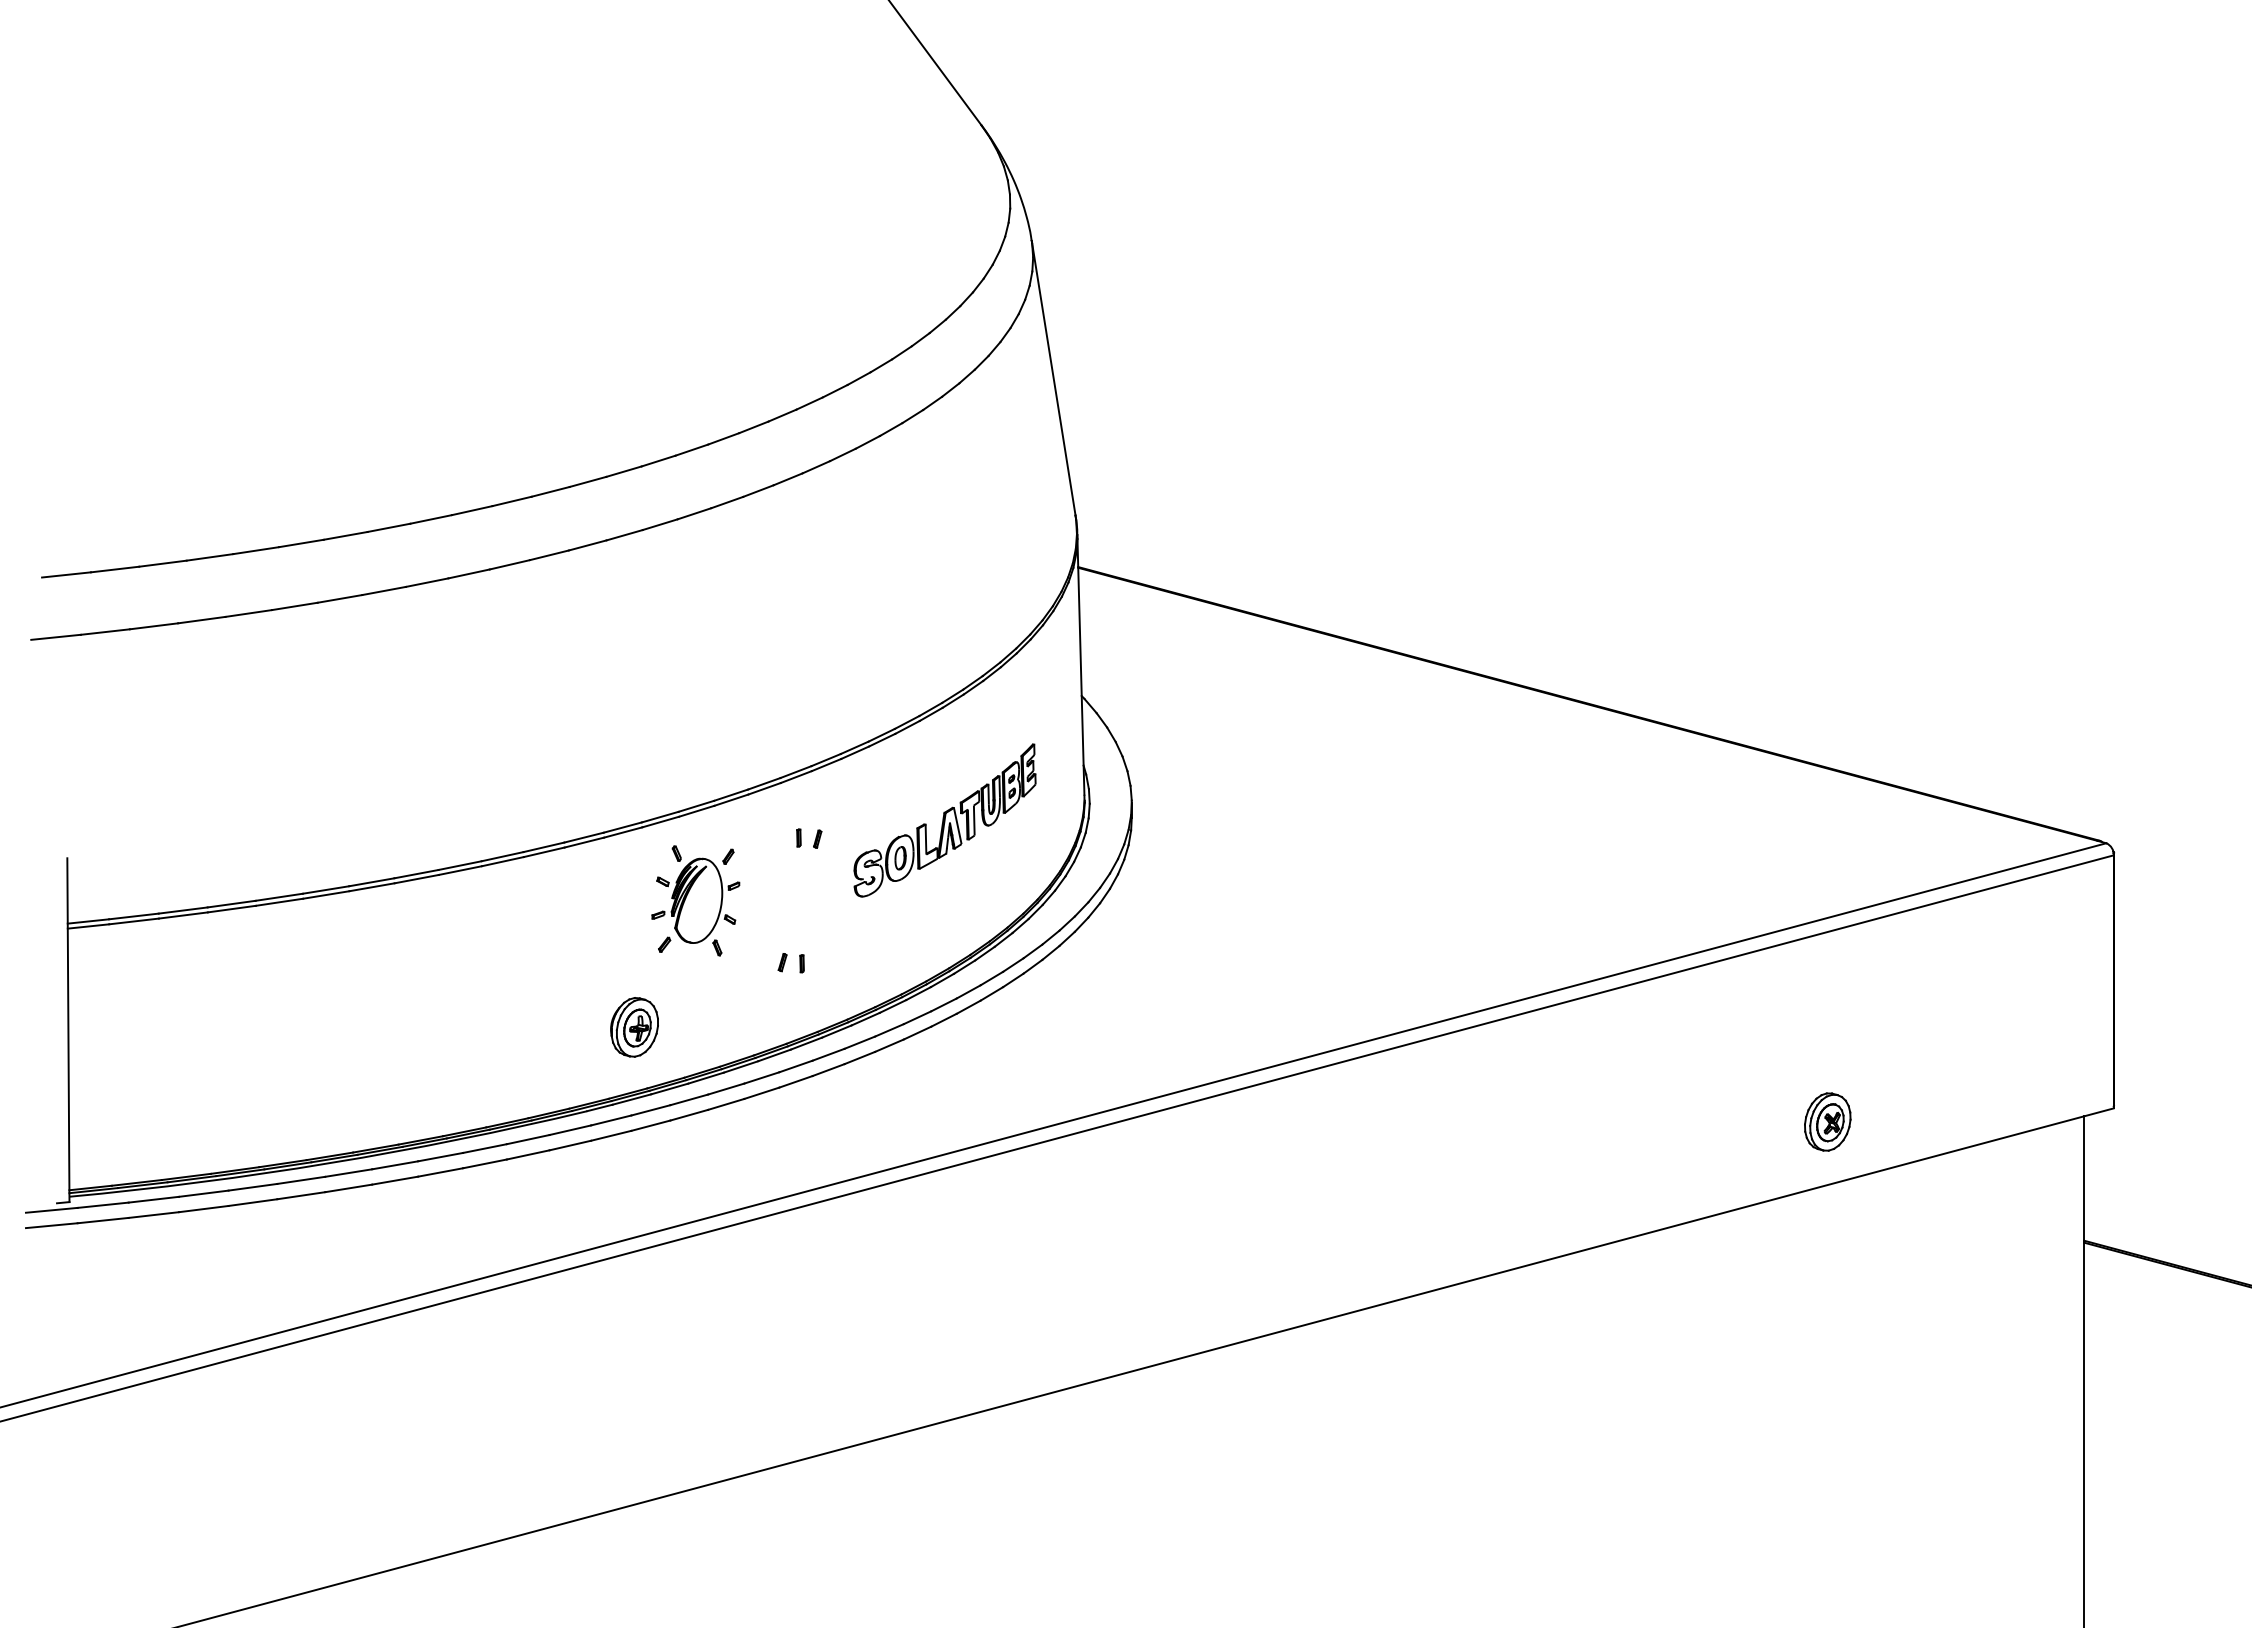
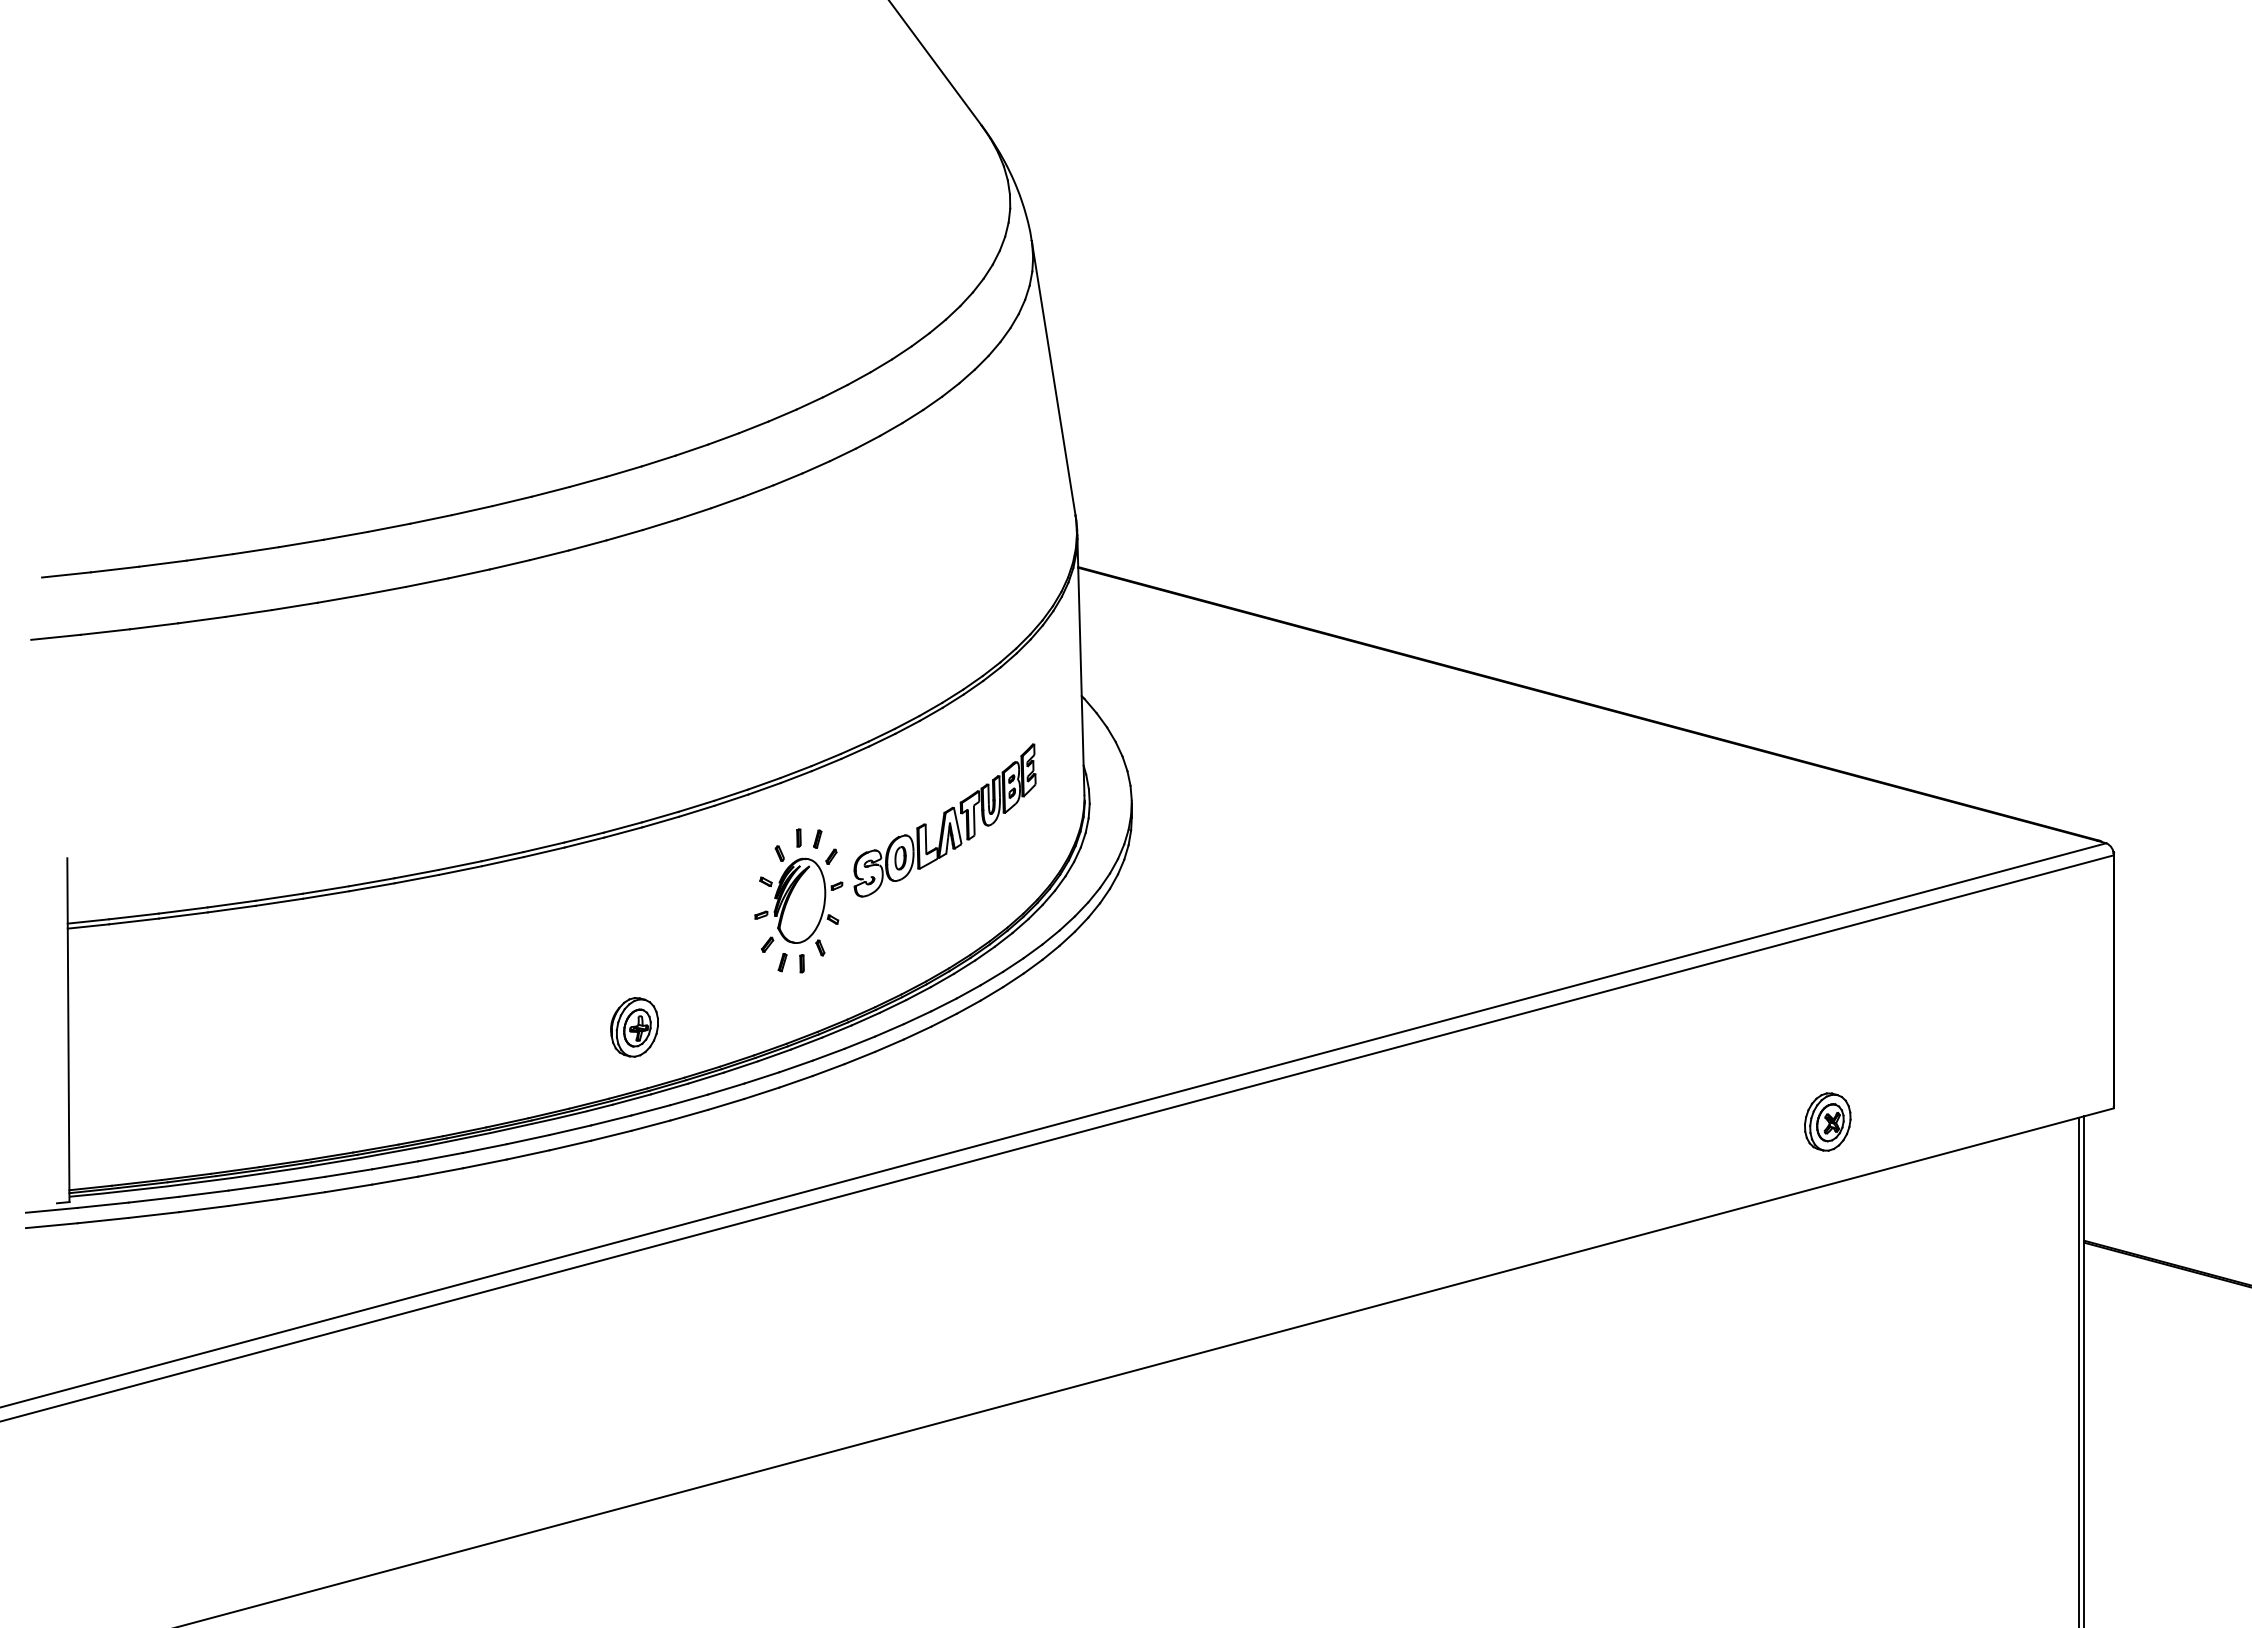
part at (695, 900) position: (695, 900) -> (798, 900)
line at (2079, 1370): none -> present
